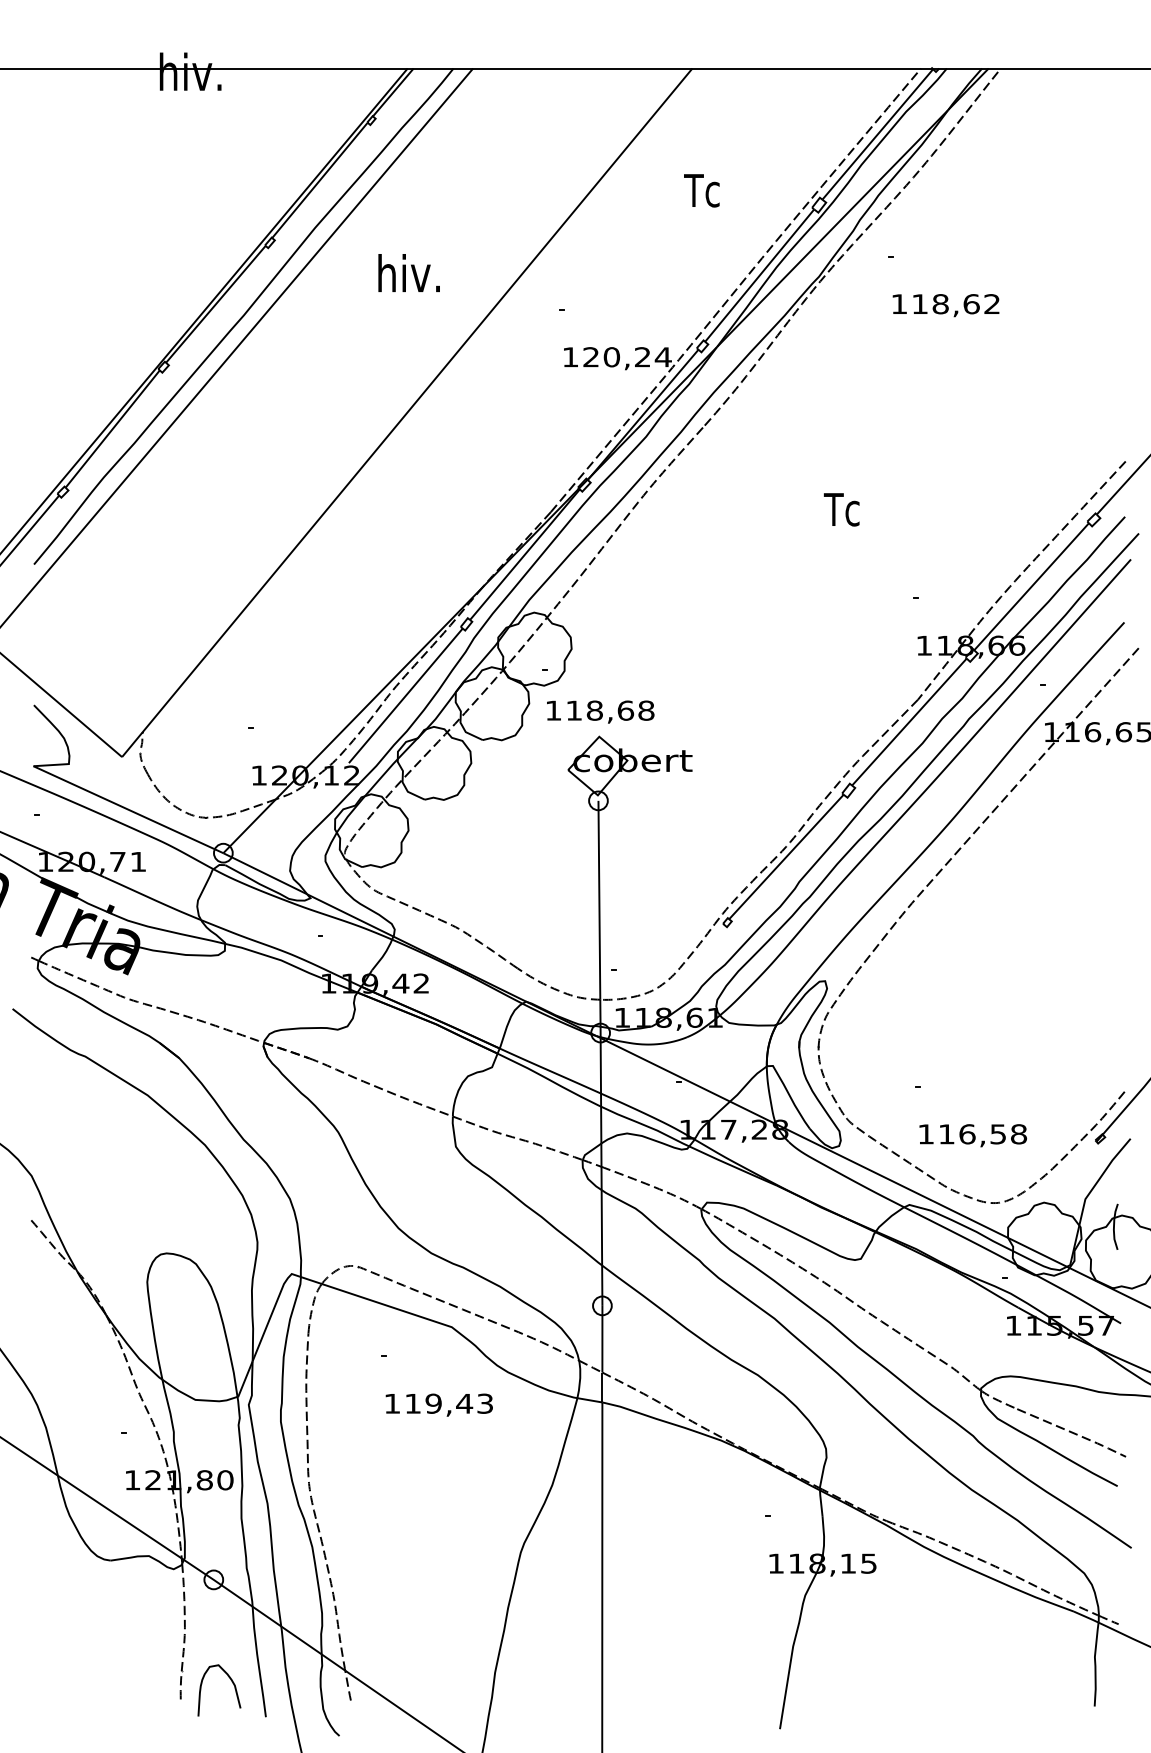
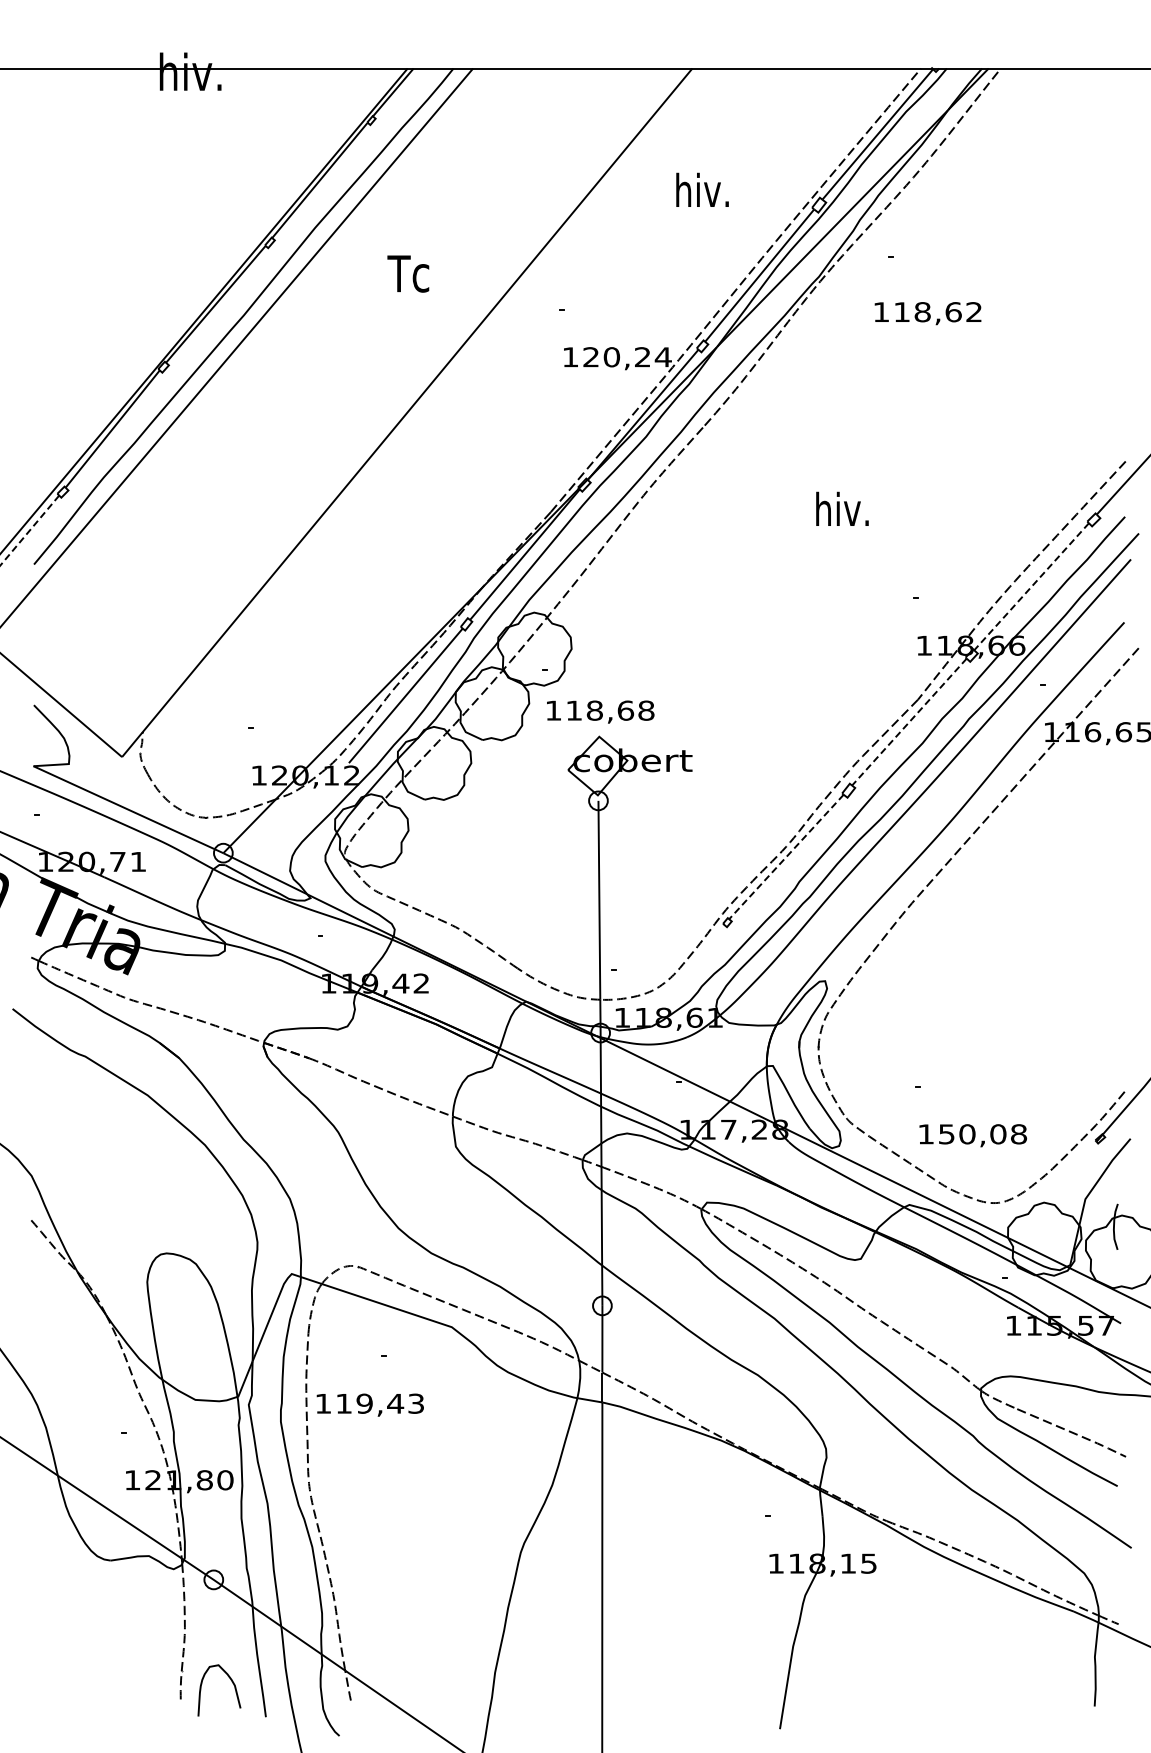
text at (702, 189): Tc -> hiv.
text at (408, 273): hiv. -> Tc
text at (945, 305) position: (945, 305) -> (927, 313)
text at (842, 508): Tc -> hiv.
line at (29, 530): solid -> dashed
line at (1031, 586): solid -> dashed
line at (909, 722): solid -> dashed
line at (786, 856): solid -> dashed
text at (972, 1134): 116,58 -> 150,08
text at (438, 1404) position: (438, 1404) -> (369, 1404)
